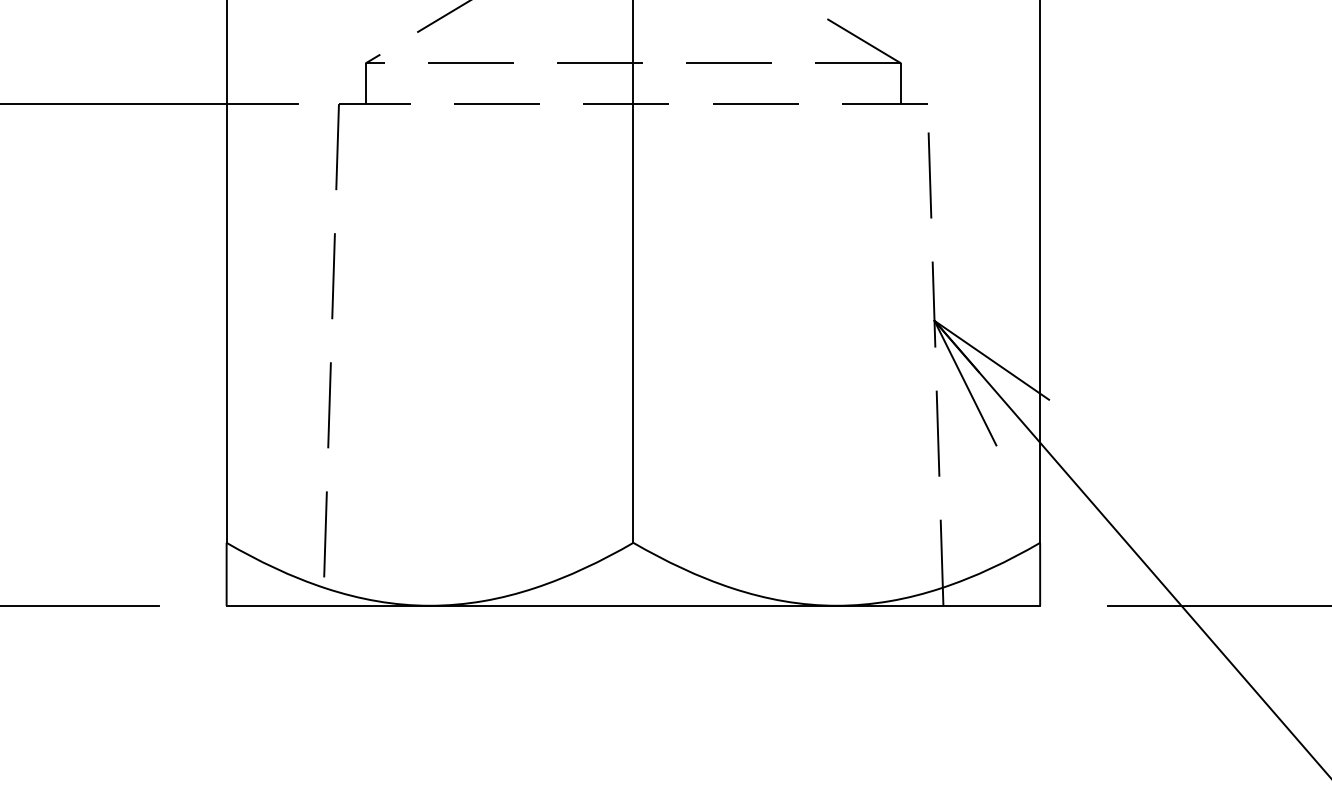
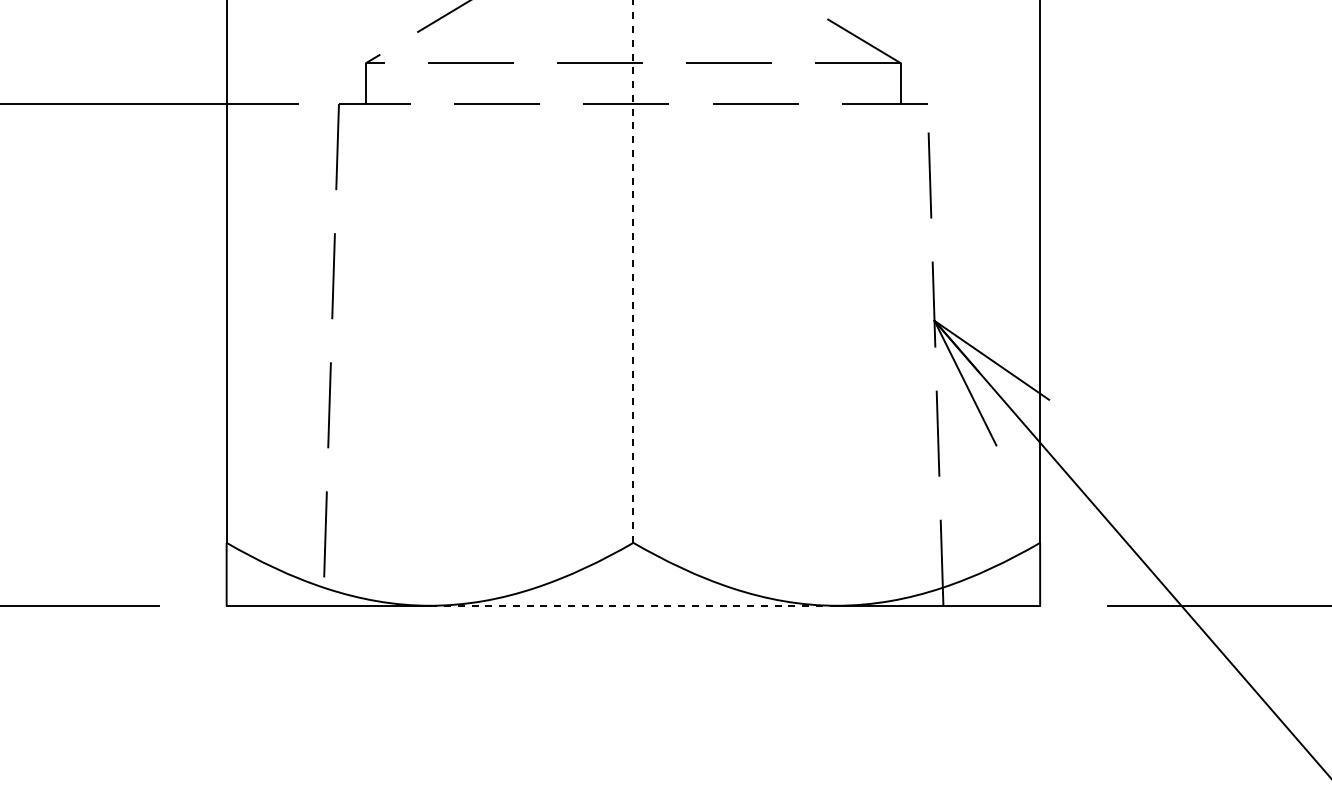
line at (633, 271): solid -> dashed
line at (632, 605): solid -> dashed
